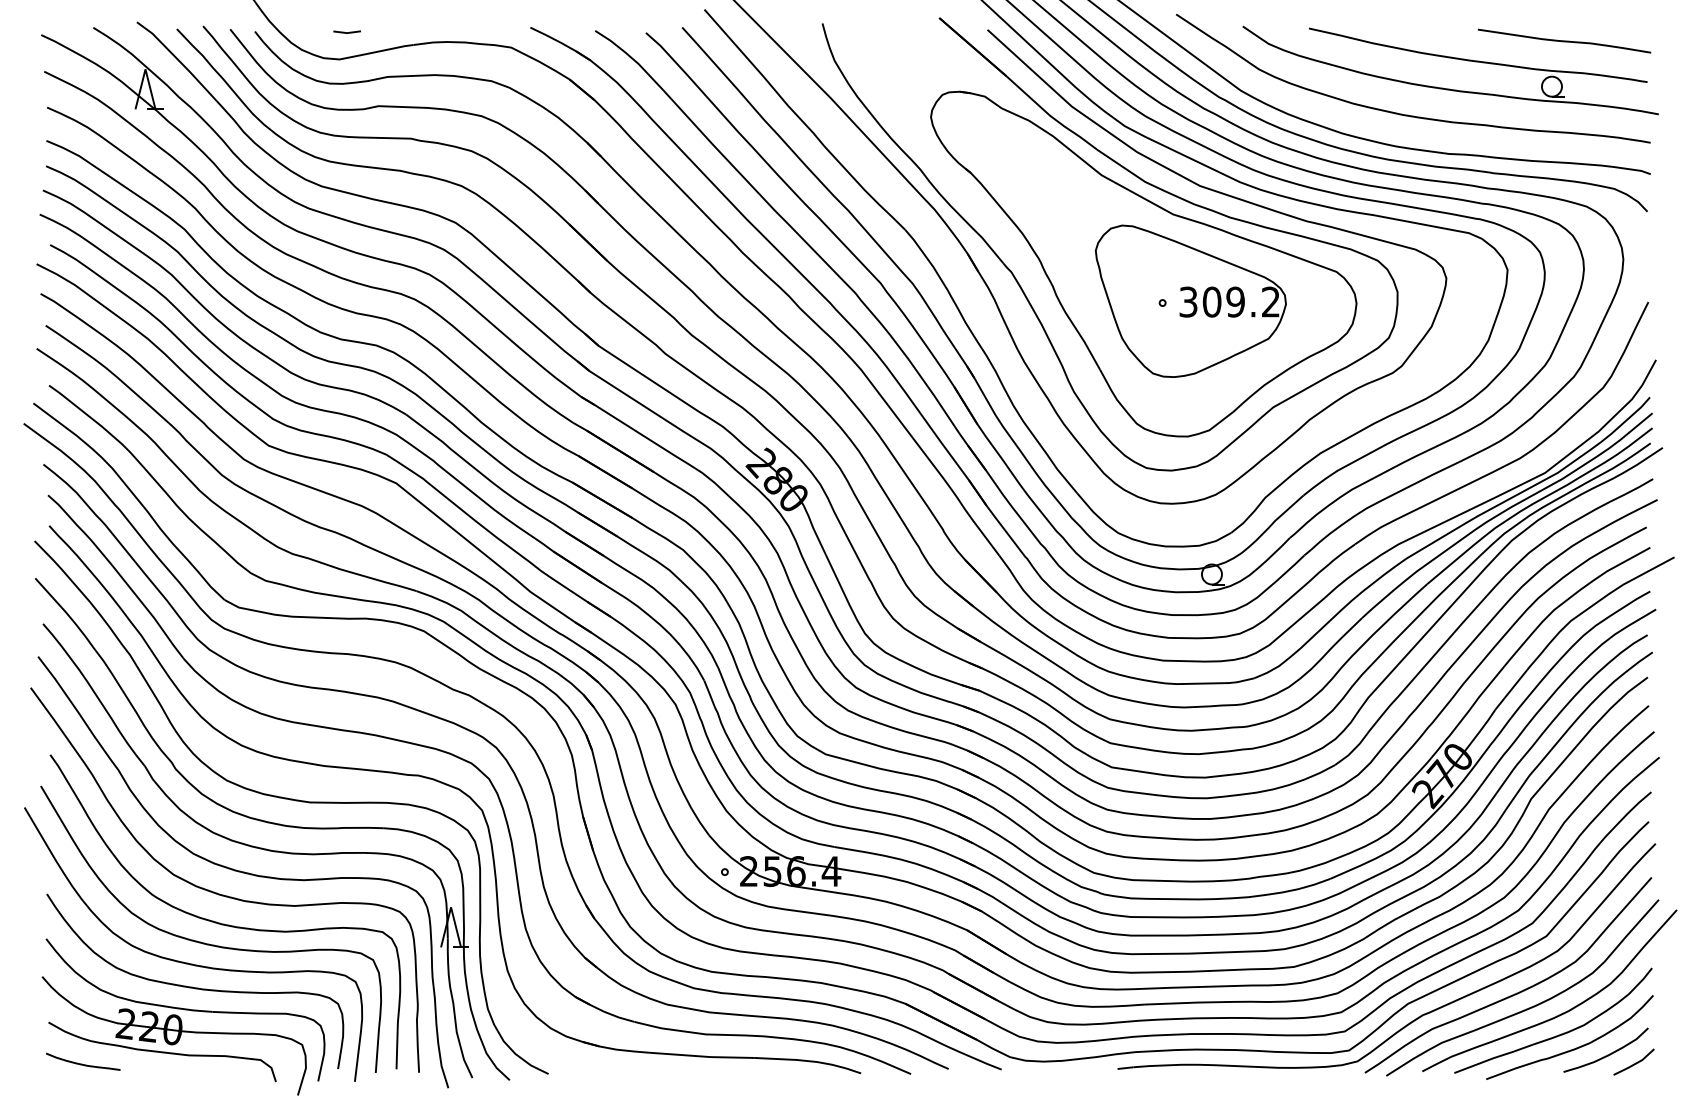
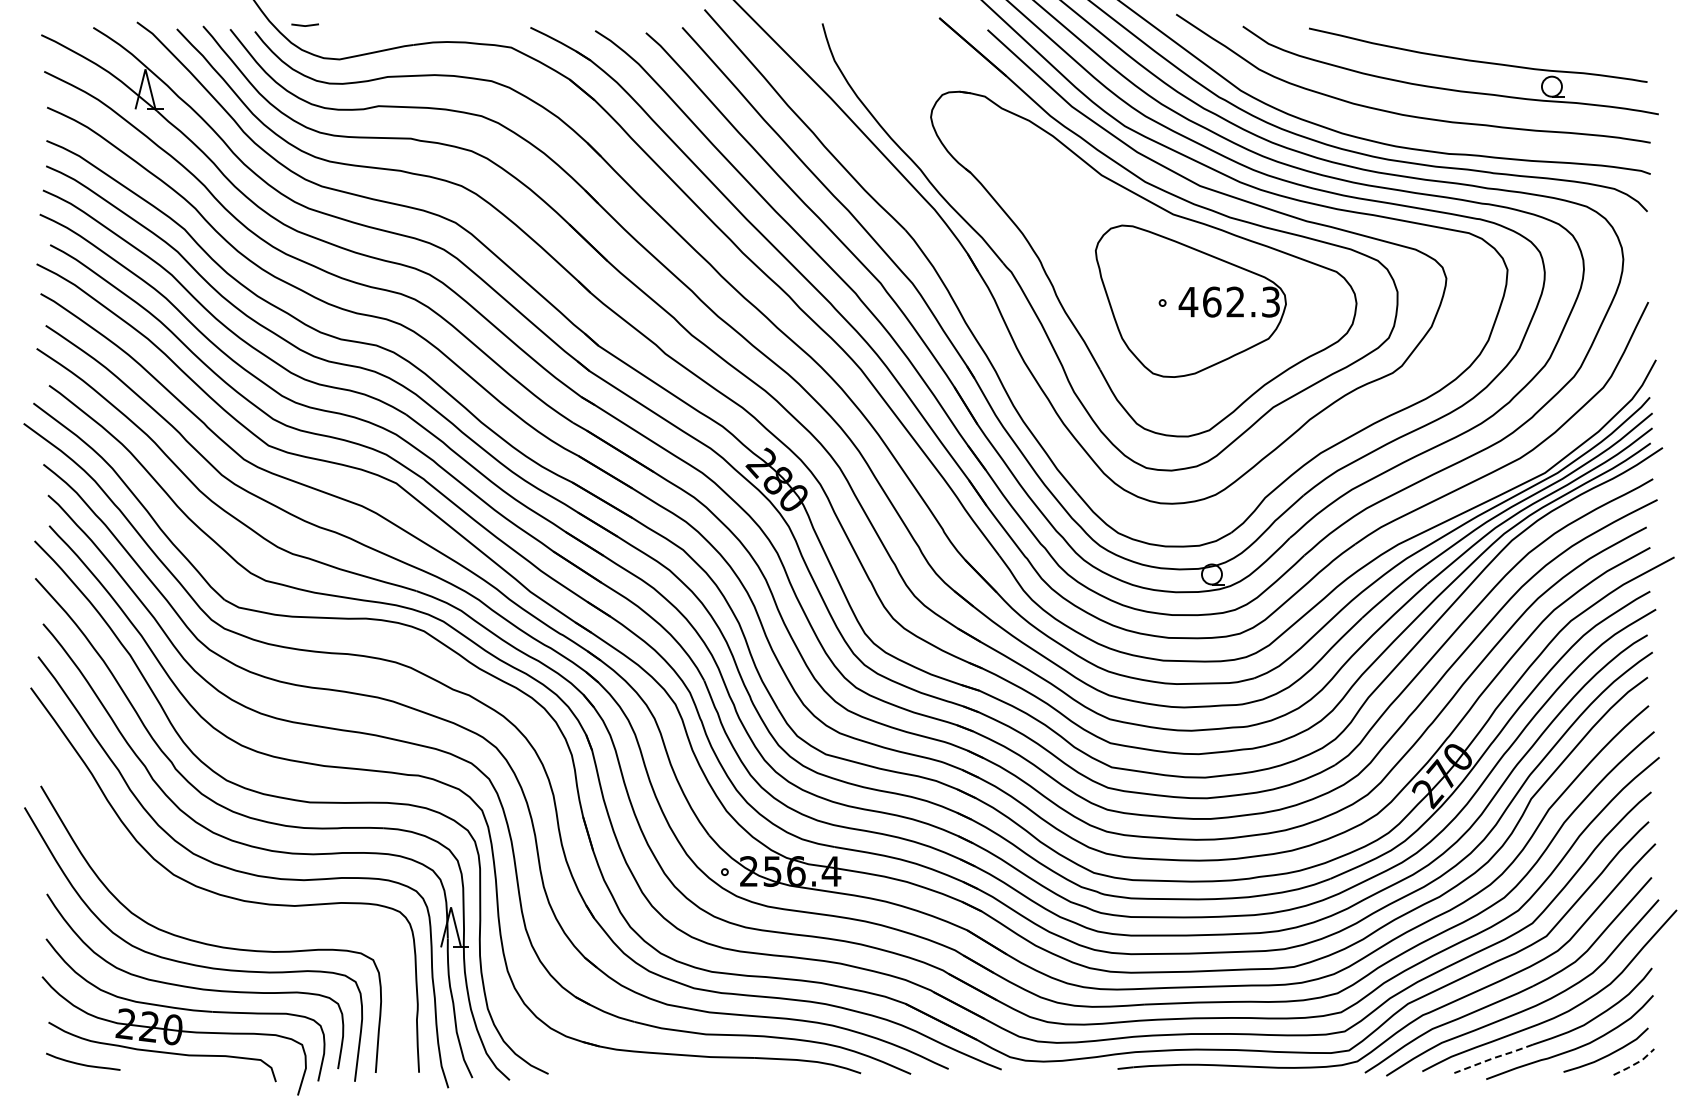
line at (346, 32) position: (346, 32) -> (304, 25)
curve at (1564, 40): present -> none
text at (1228, 301): 309.2 -> 462.3
curve at (224, 923): present -> none
line at (1493, 1058): solid -> dashed
line at (1635, 1063): solid -> dashed
